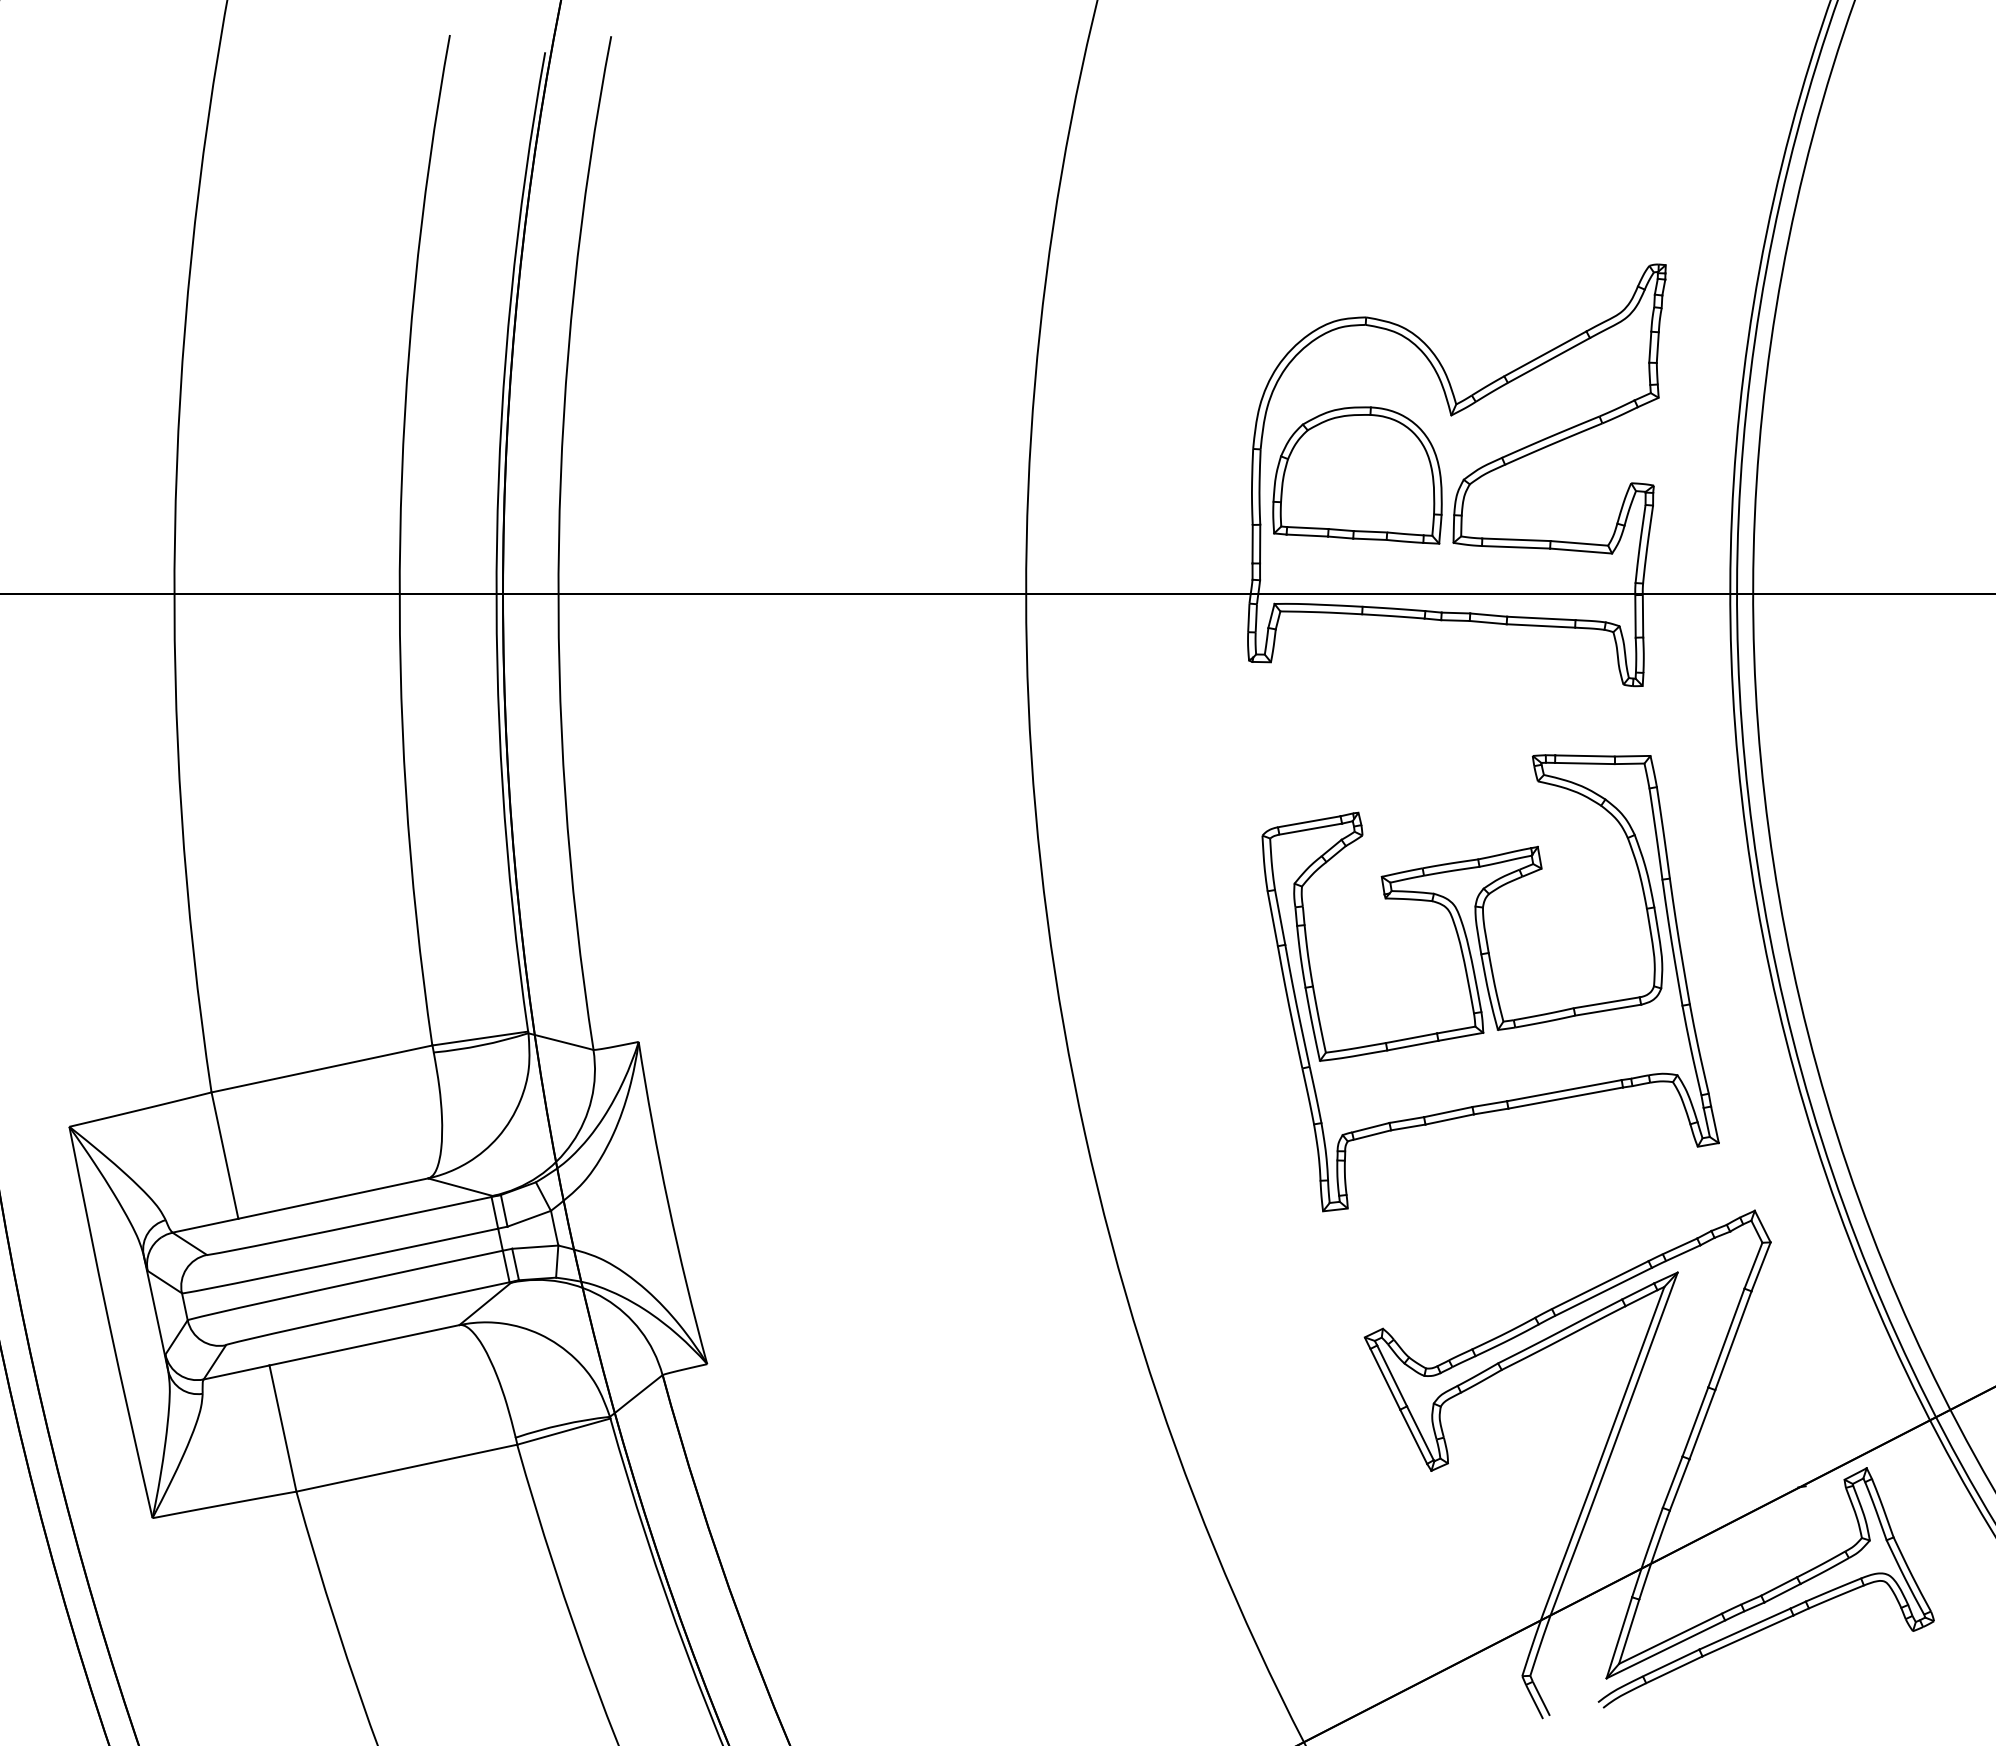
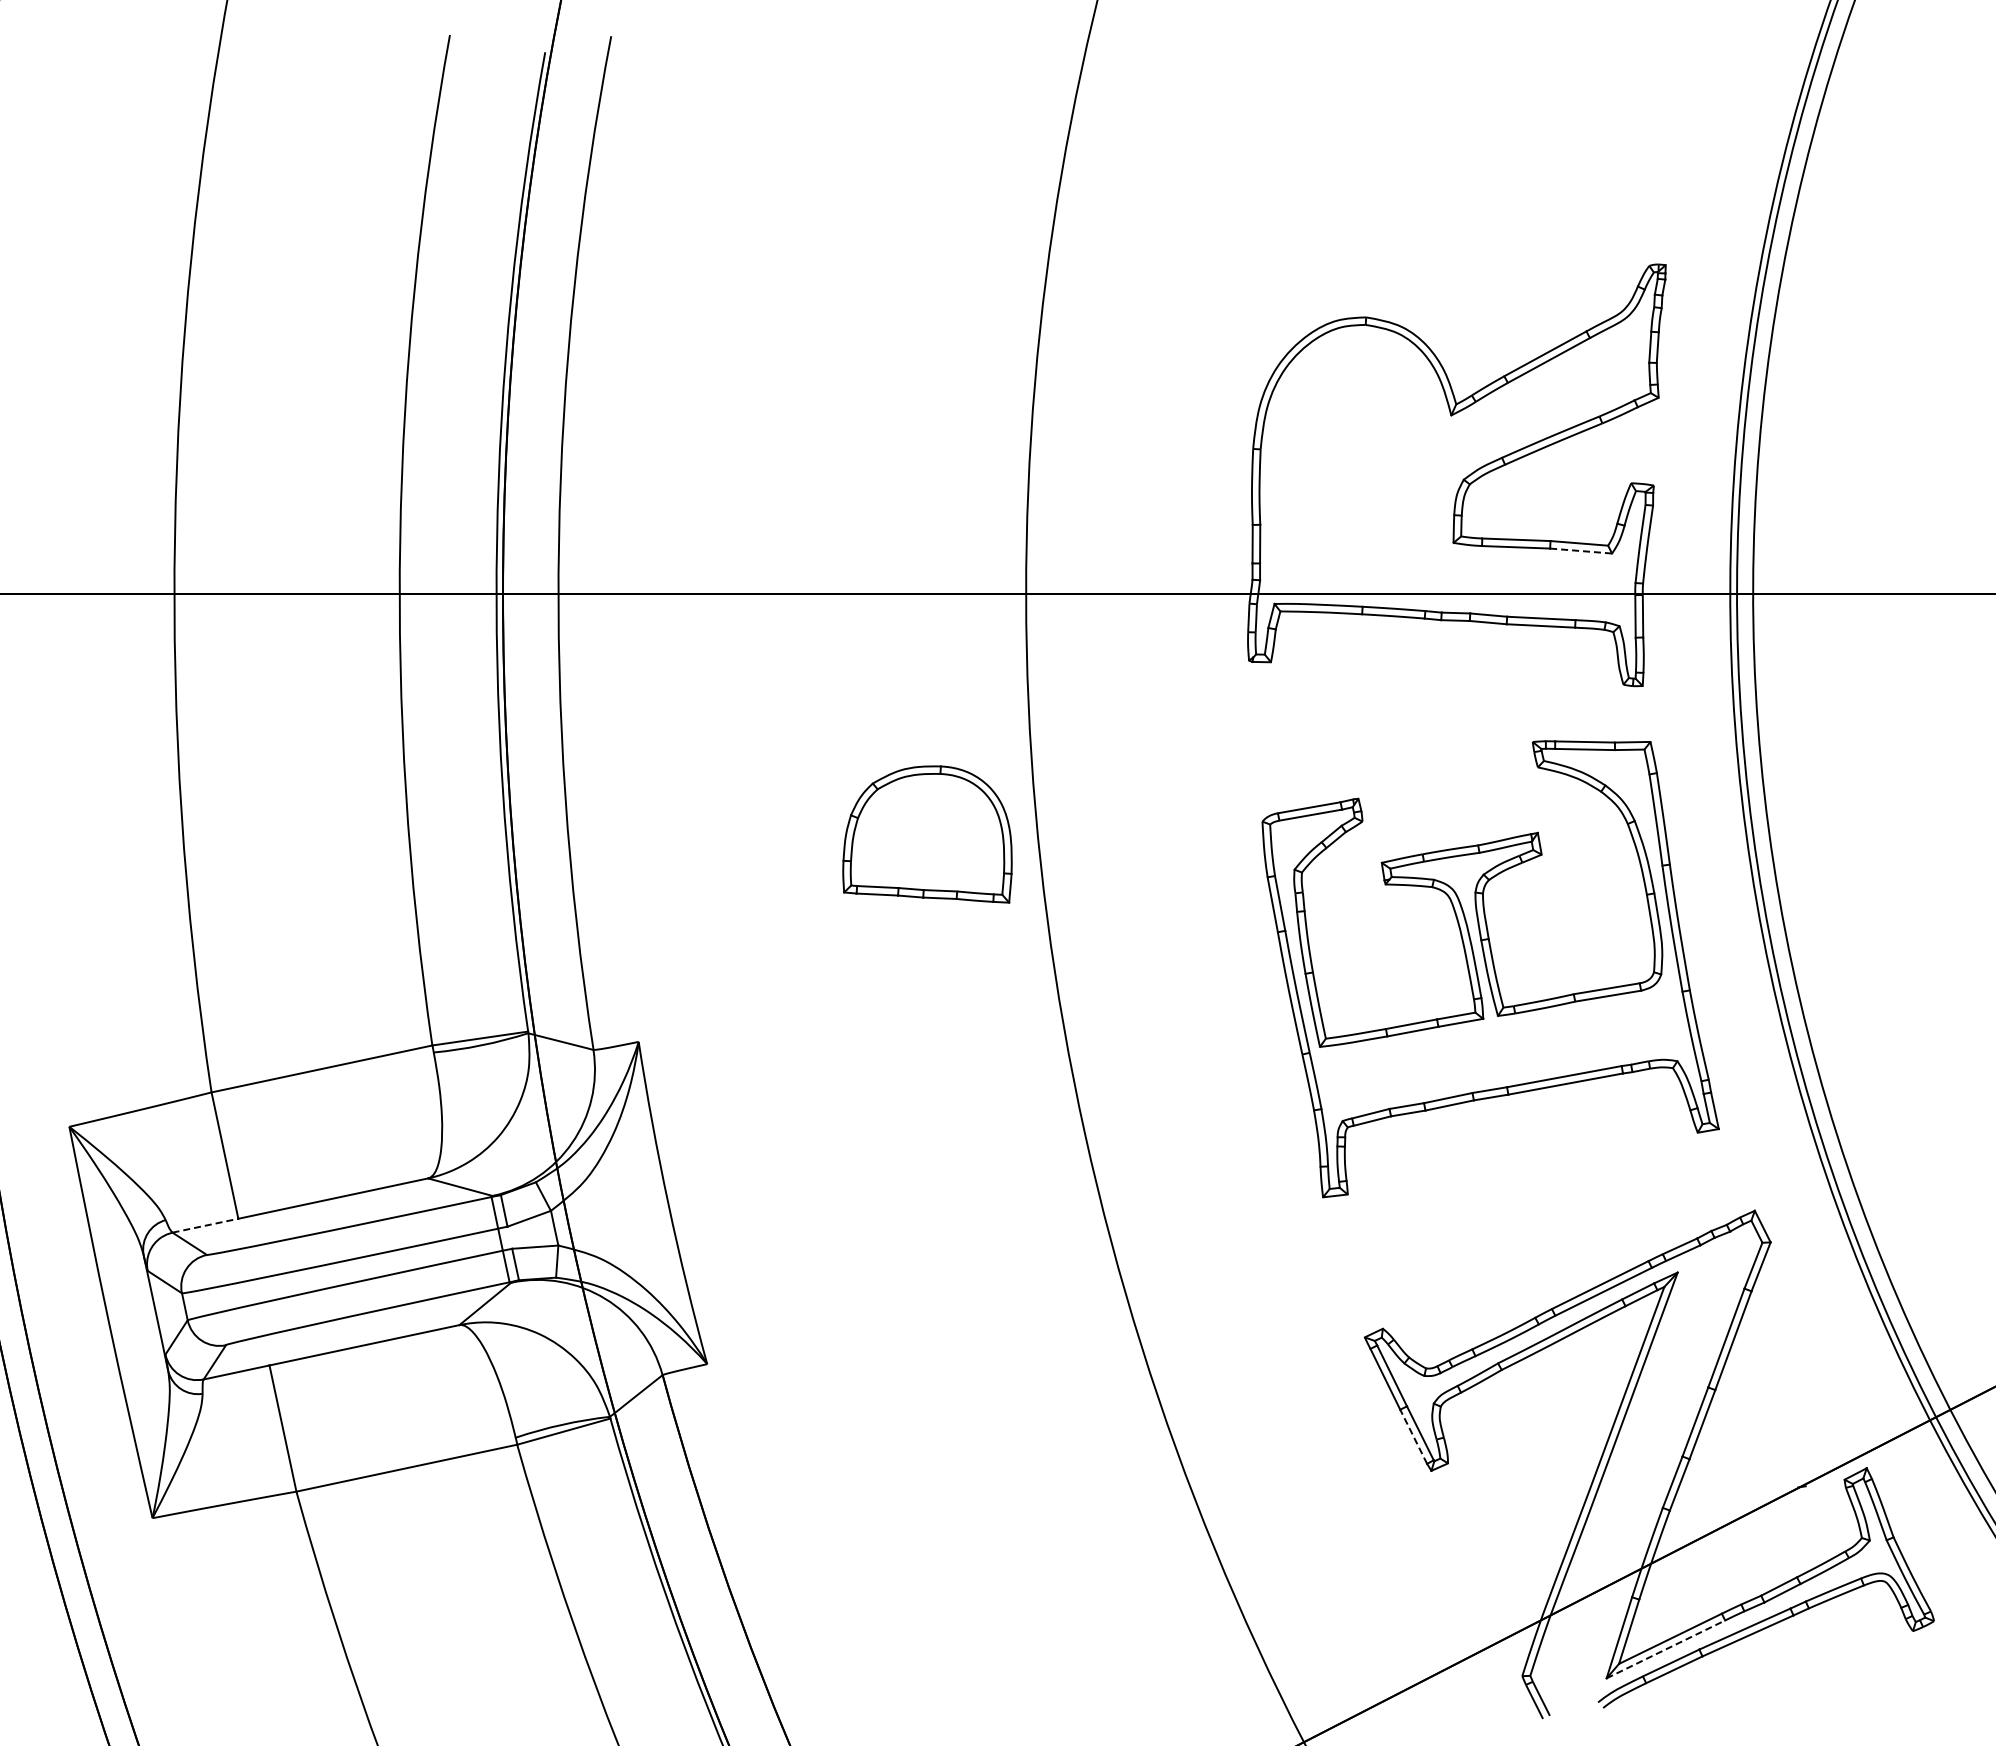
part at (1357, 475) position: (1357, 475) -> (927, 834)
line at (1581, 551): solid -> dashed
part at (1490, 983) position: (1490, 983) -> (1490, 969)
line at (205, 1225): solid -> dashed
line at (1413, 1436): solid -> dashed
line at (1665, 1649): solid -> dashed
